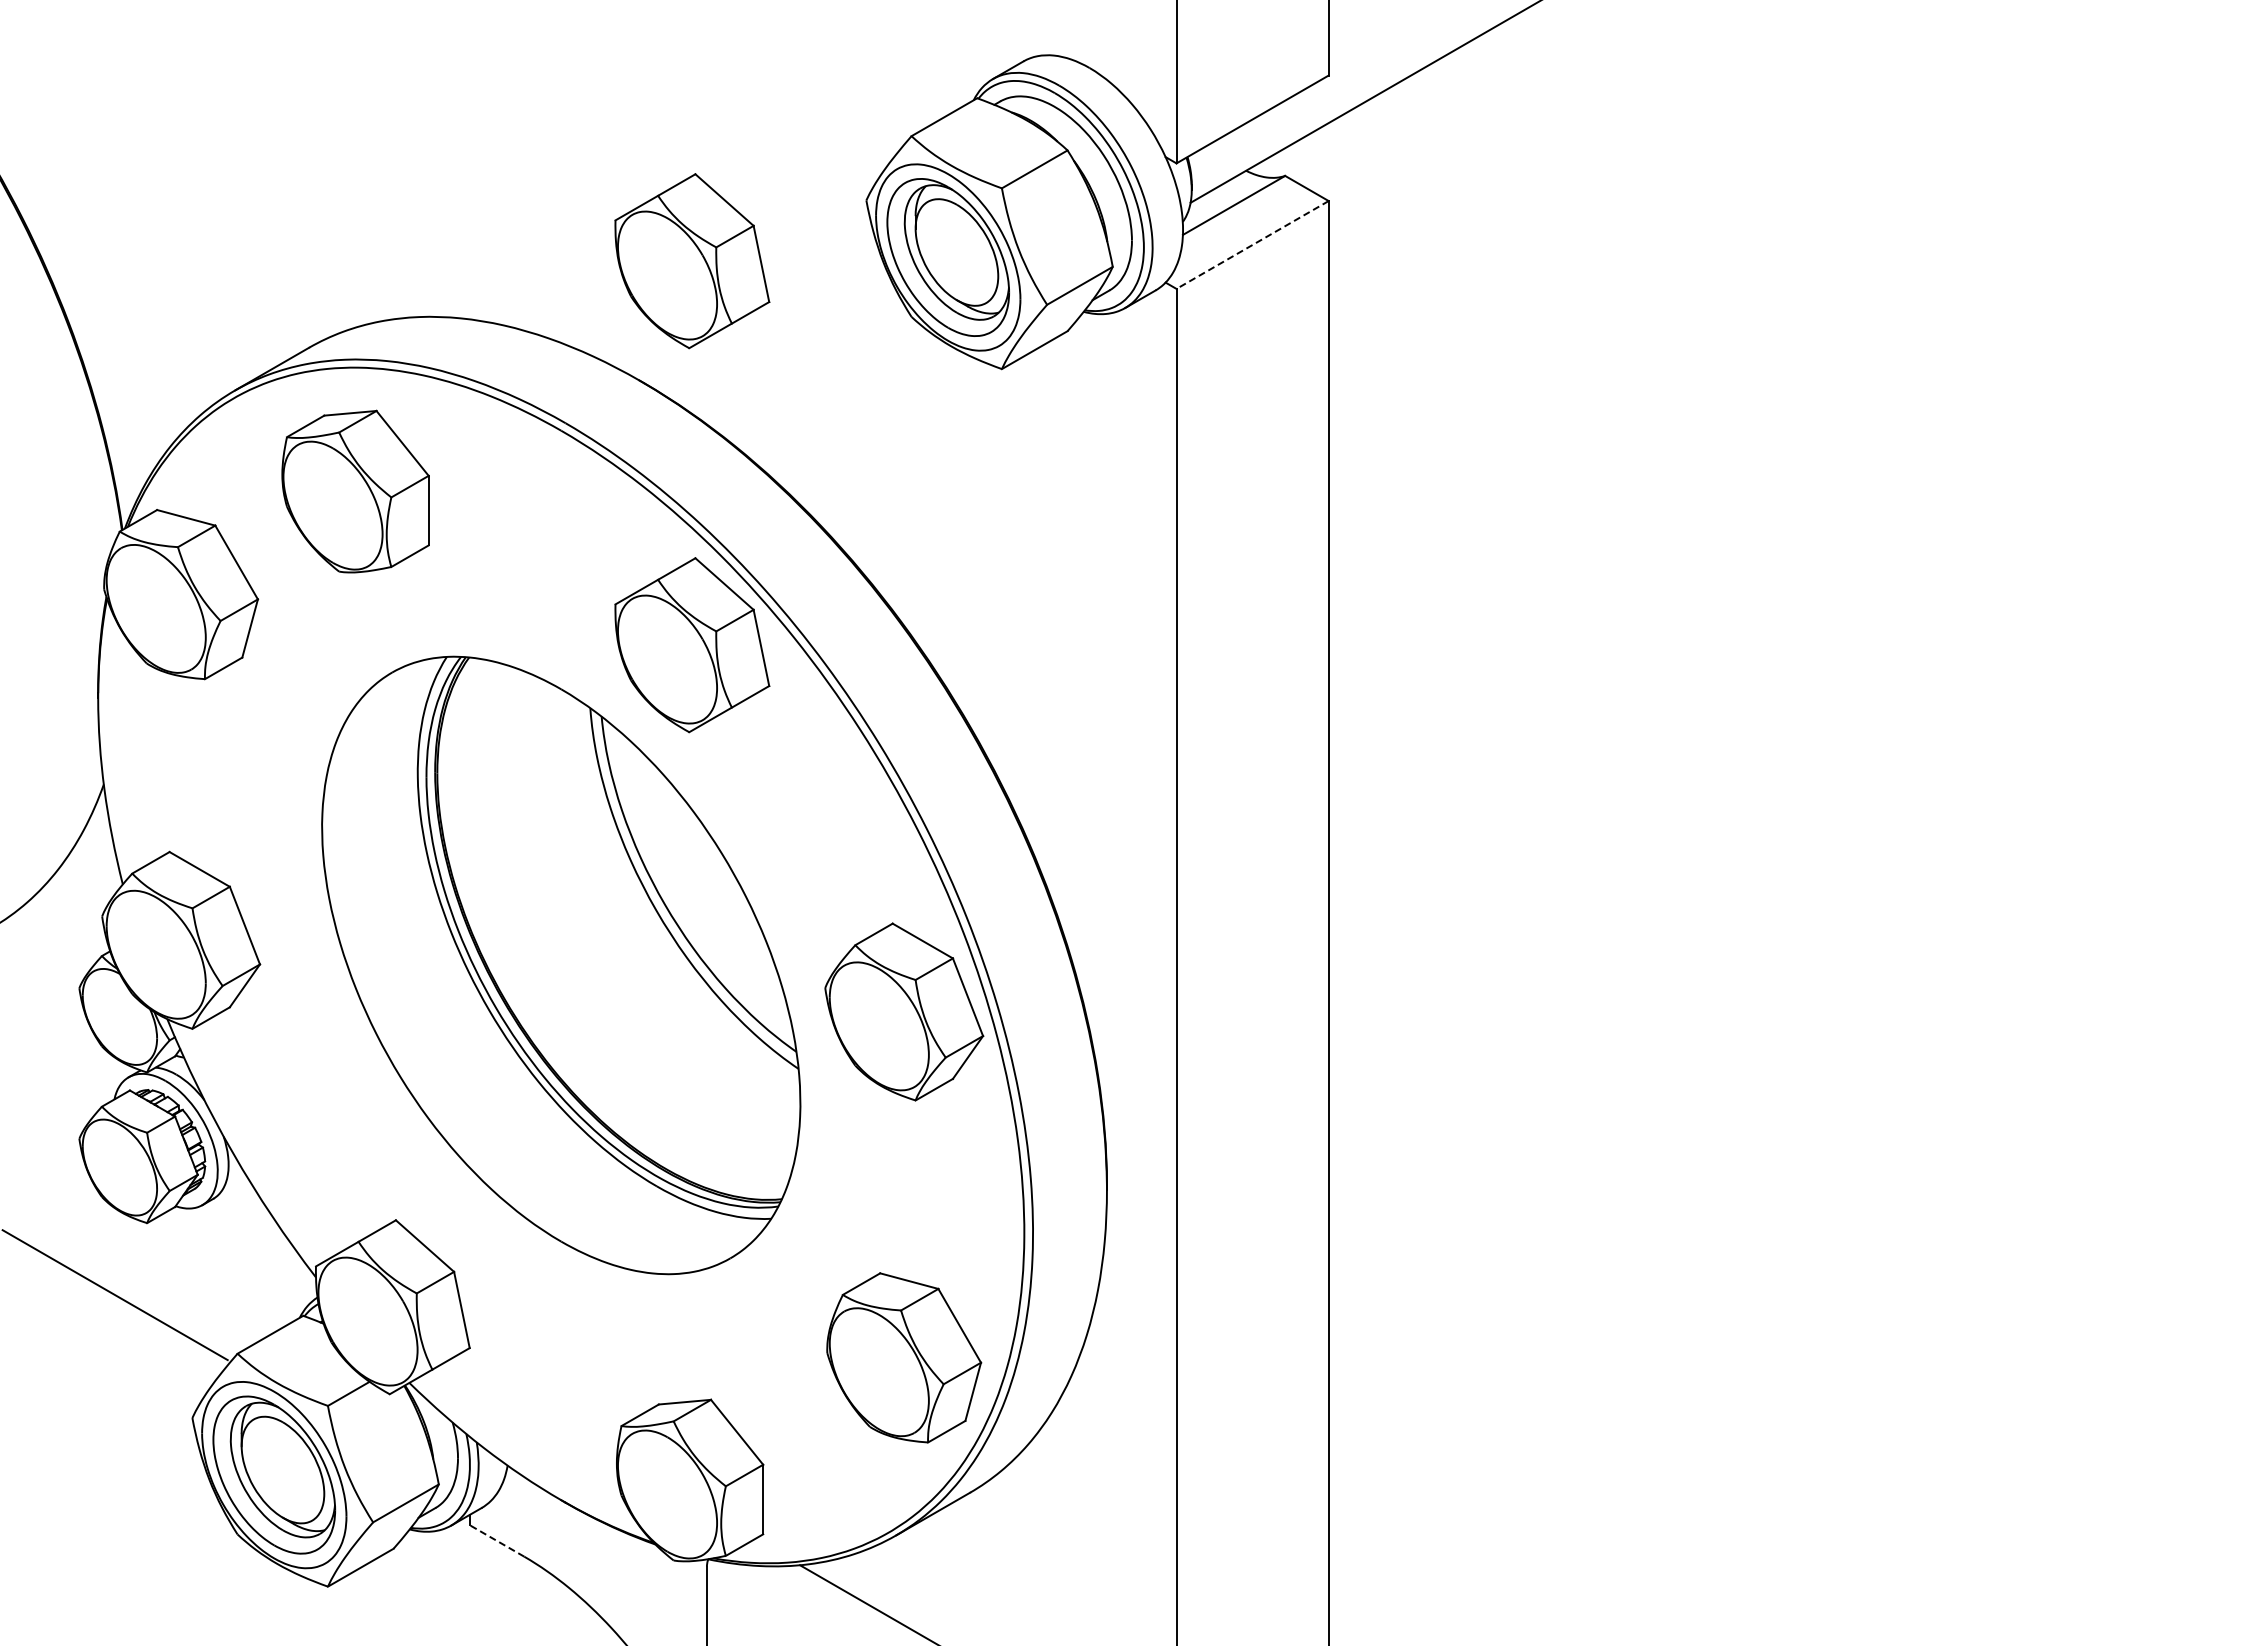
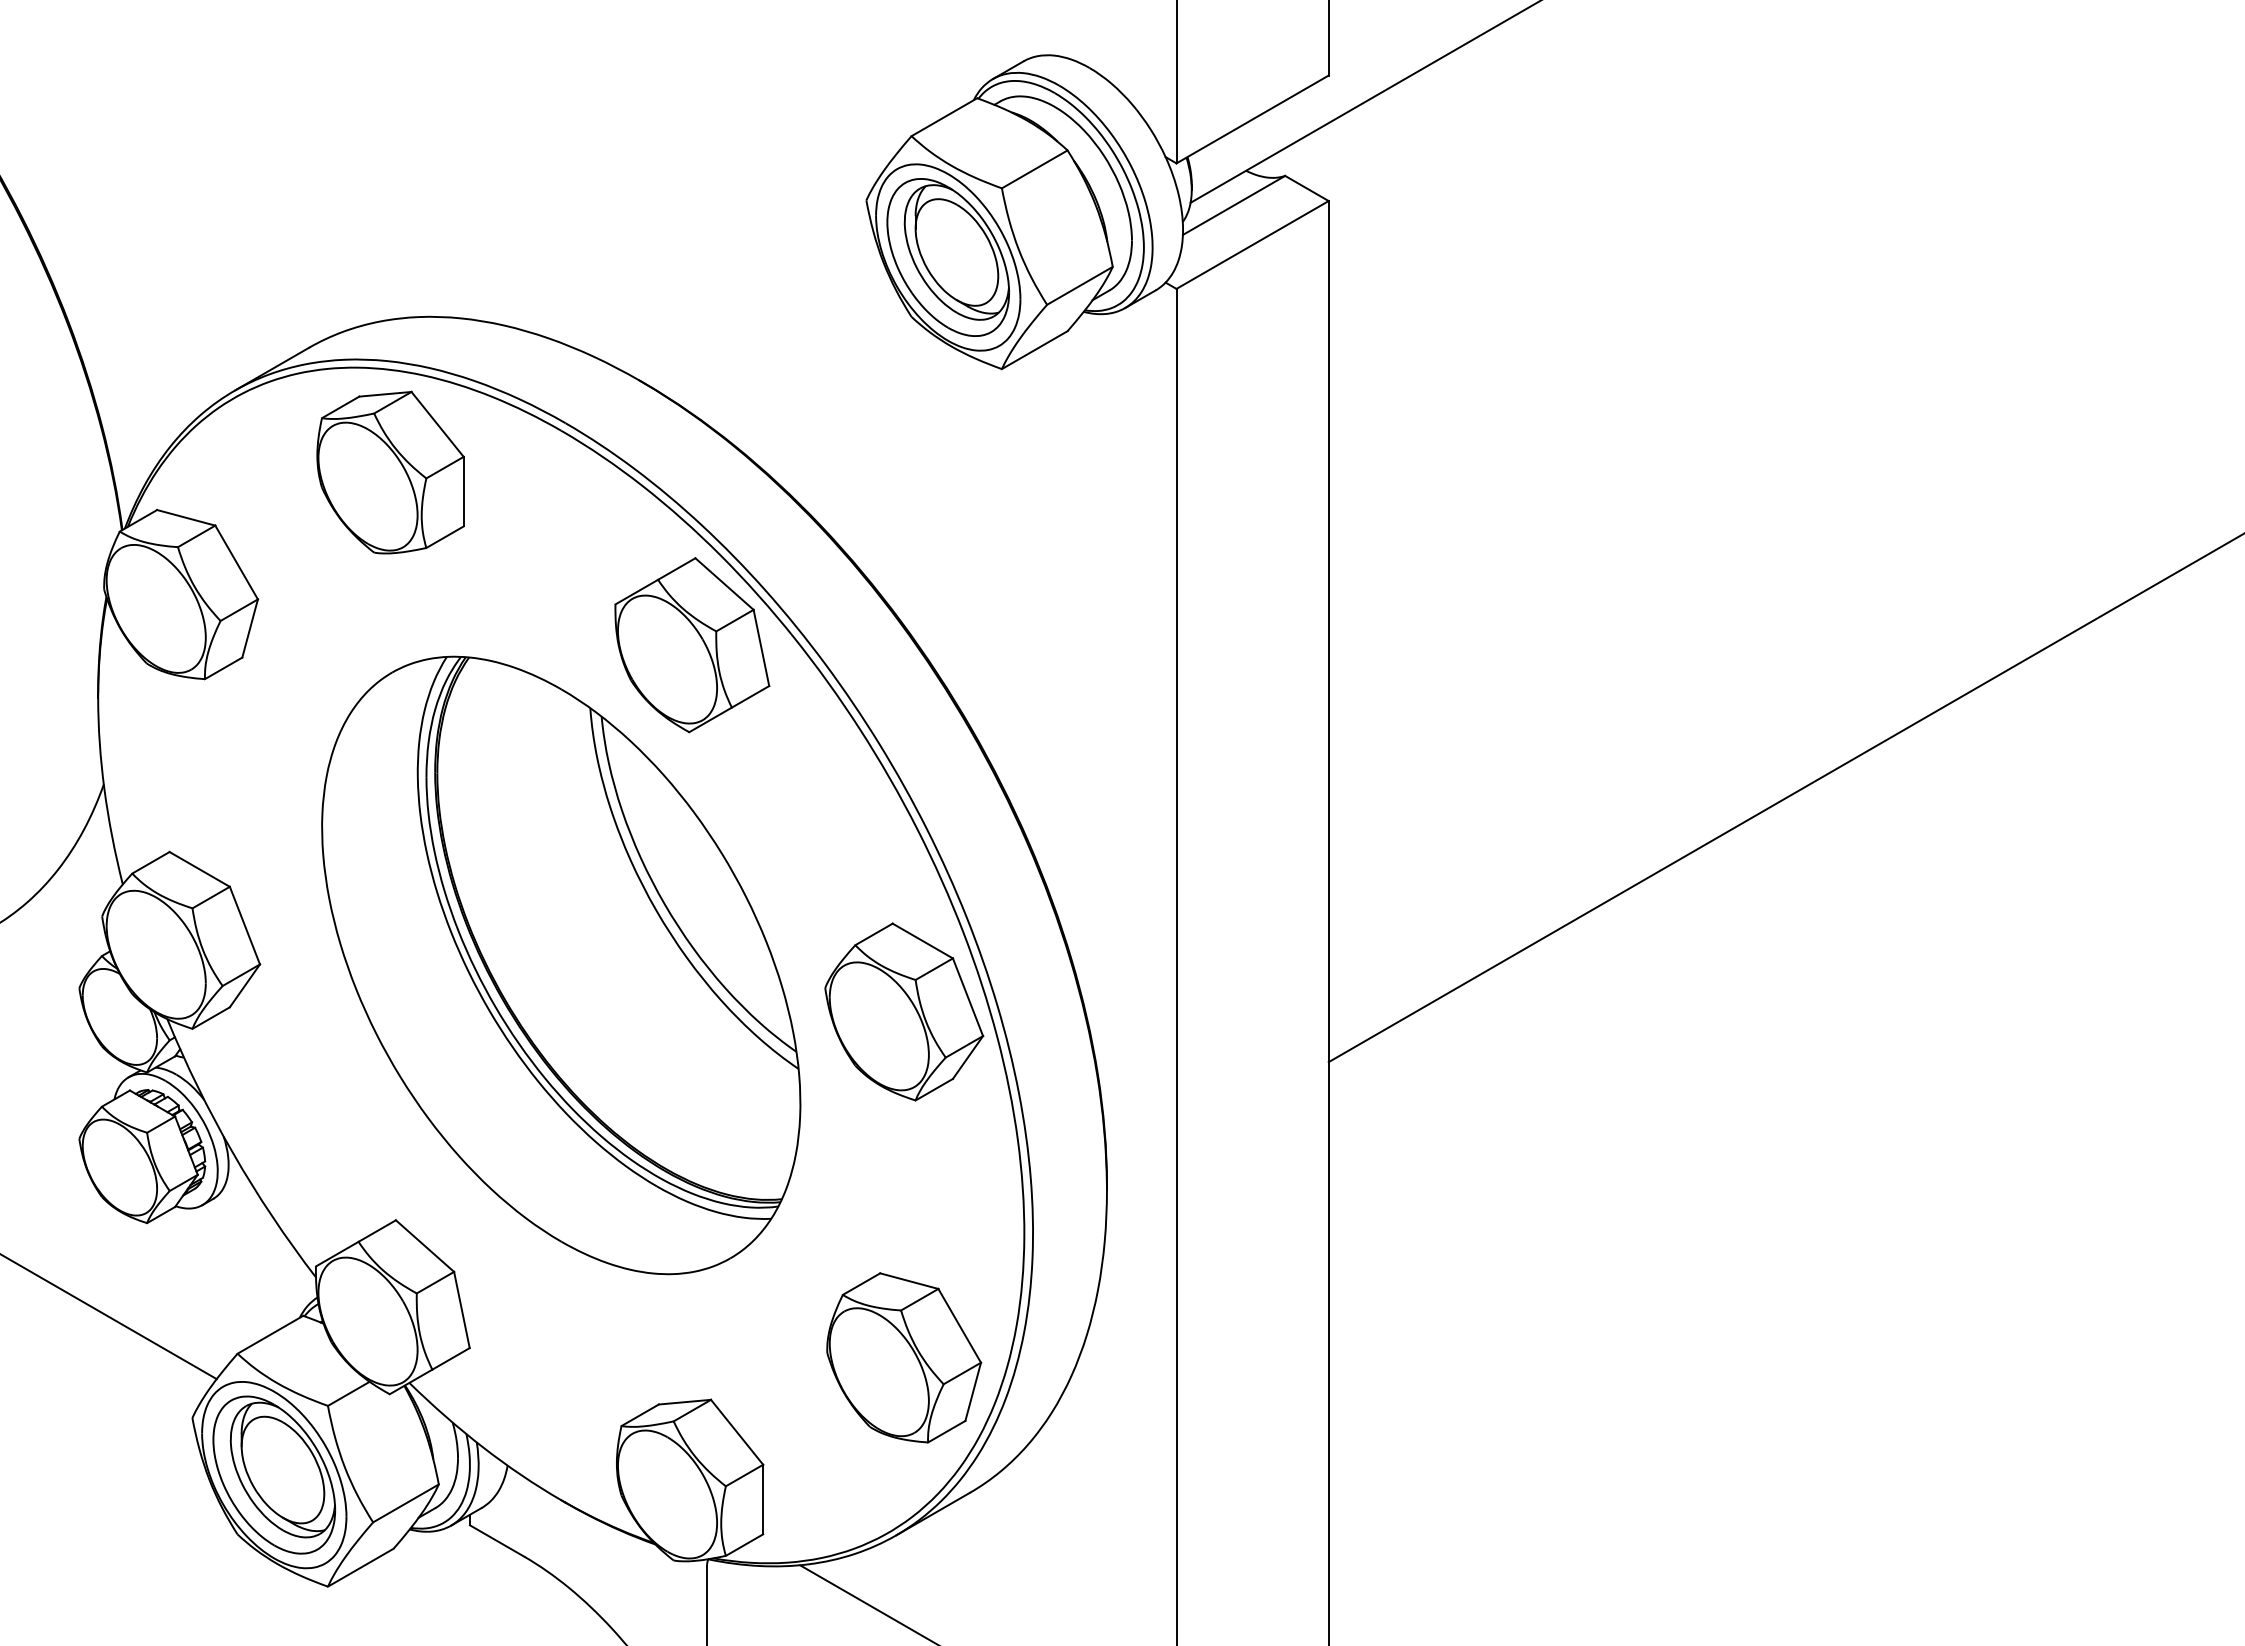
line at (1252, 244): dashed -> solid
part at (692, 261): present -> none
part at (355, 491) position: (355, 491) -> (390, 472)
line at (1784, 798): none -> present
line at (114, 1295) position: (114, 1295) -> (109, 1317)
line at (496, 1540): dashed -> solid
